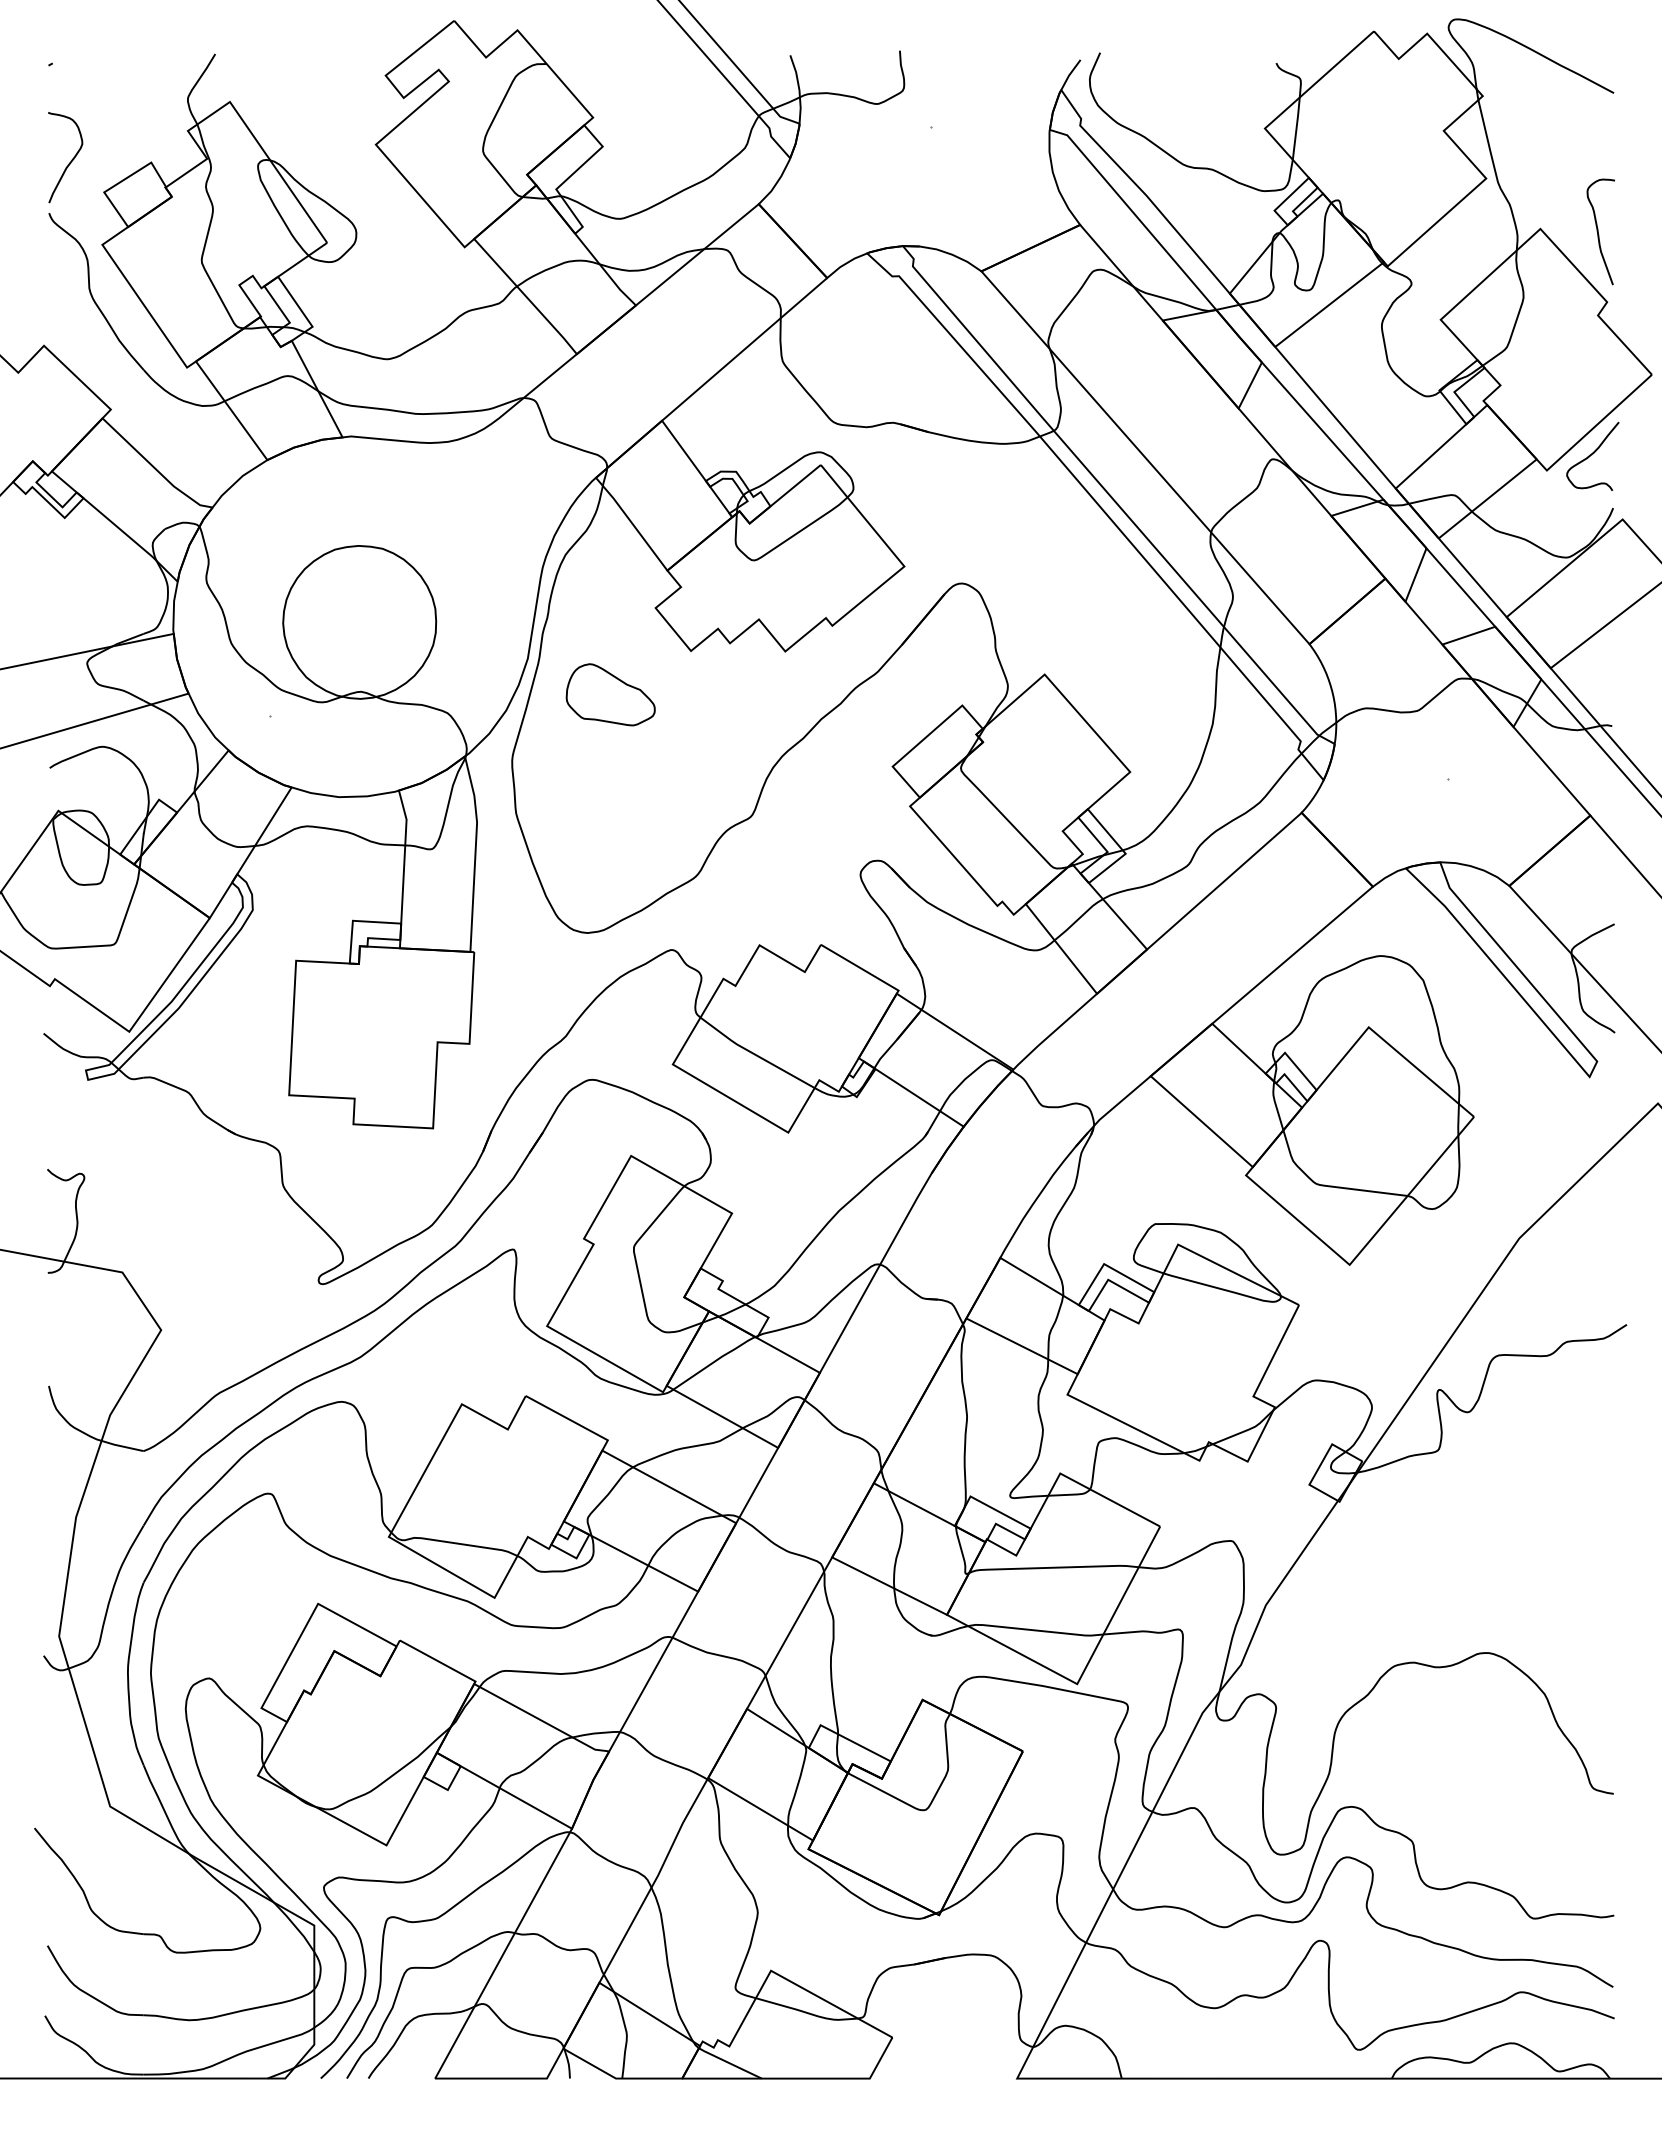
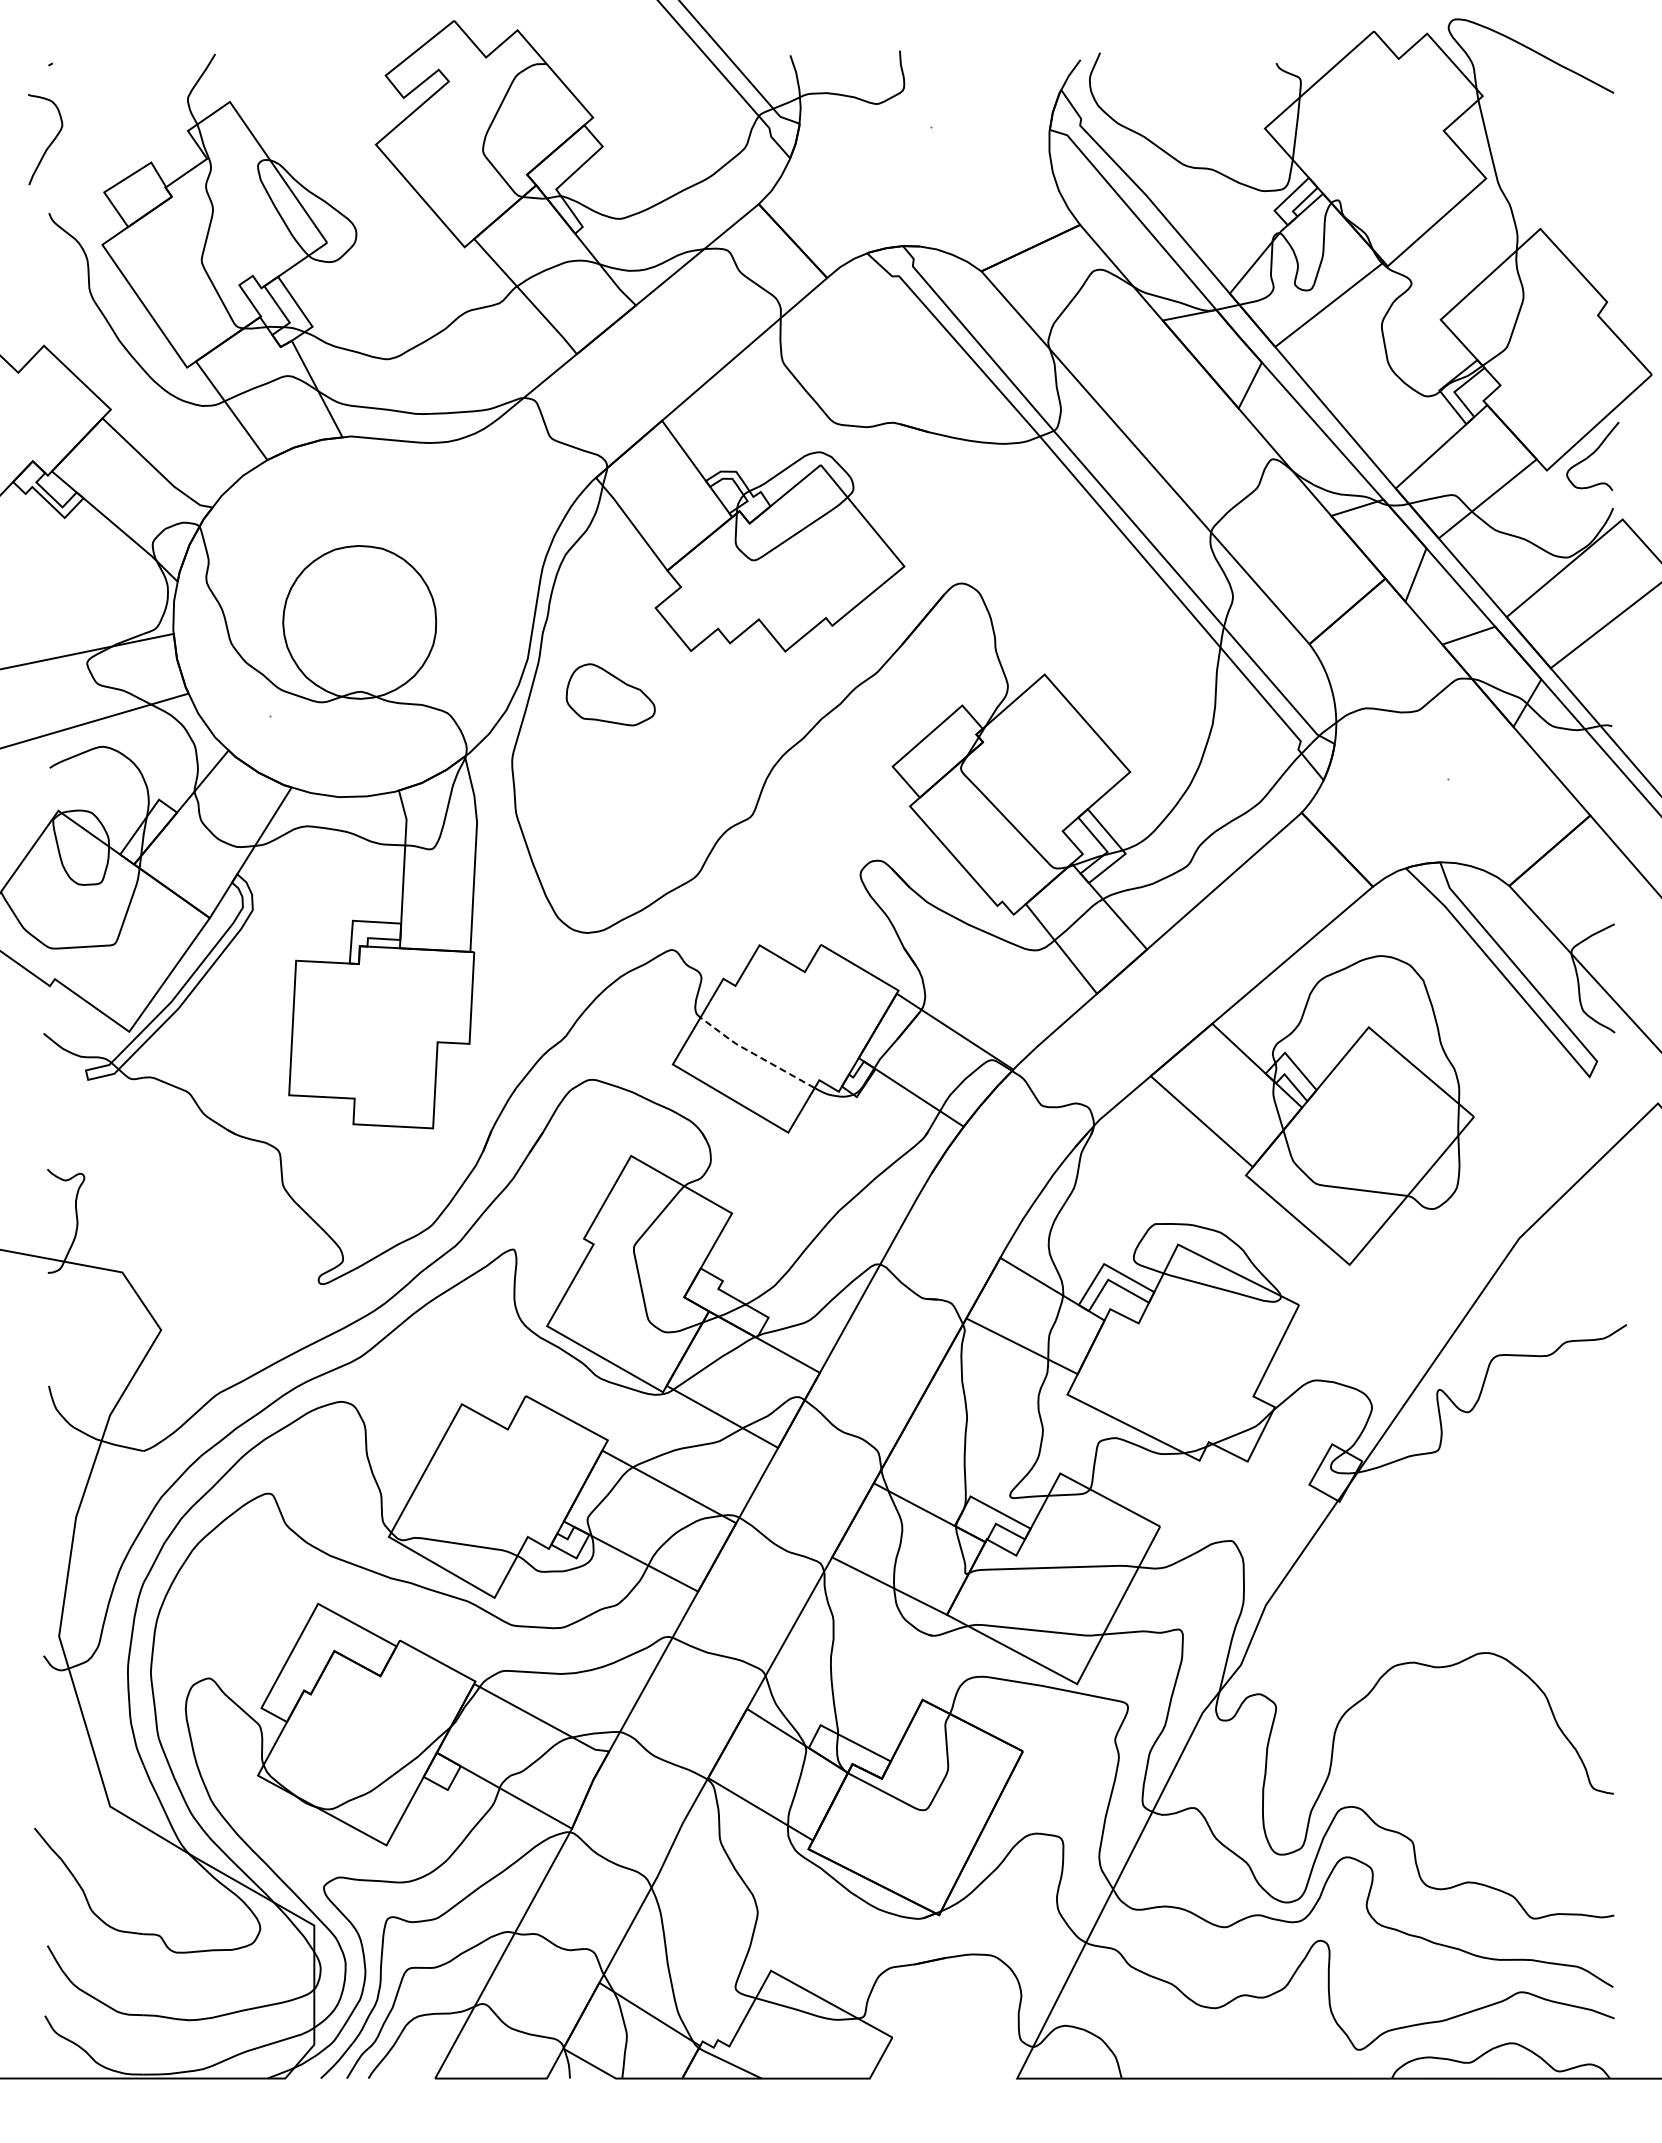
curve at (71, 159) position: (71, 159) -> (51, 141)
curve at (1598, 231): present -> none
line at (754, 1054): solid -> dashed
